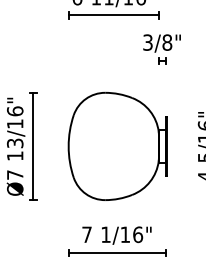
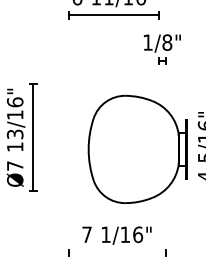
text at (147, 42): 3/8" -> 1/8"
part at (117, 145) position: (117, 145) -> (137, 148)
part at (21, 146) position: (21, 146) -> (21, 137)
line at (116, 252): present -> none
